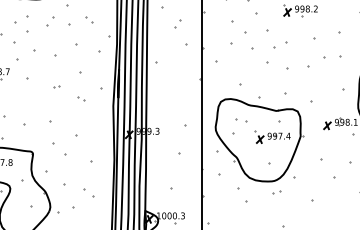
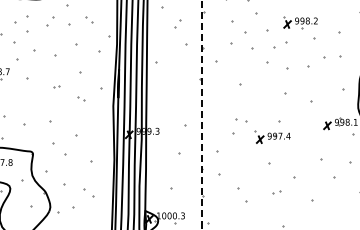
part at (300, 10) position: (300, 10) -> (300, 22)
line at (201, 115): solid -> dashed
part at (259, 139): present -> none
